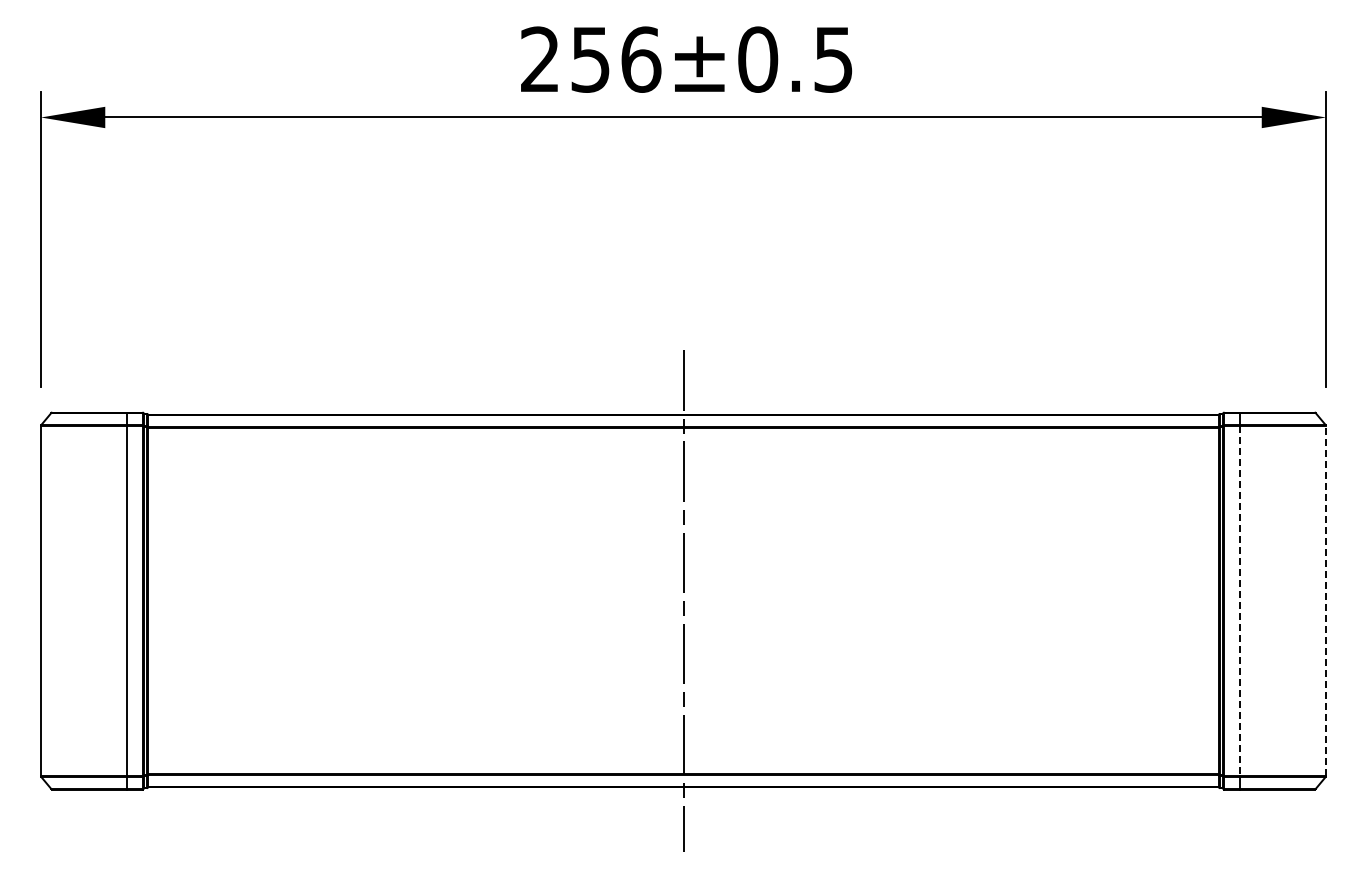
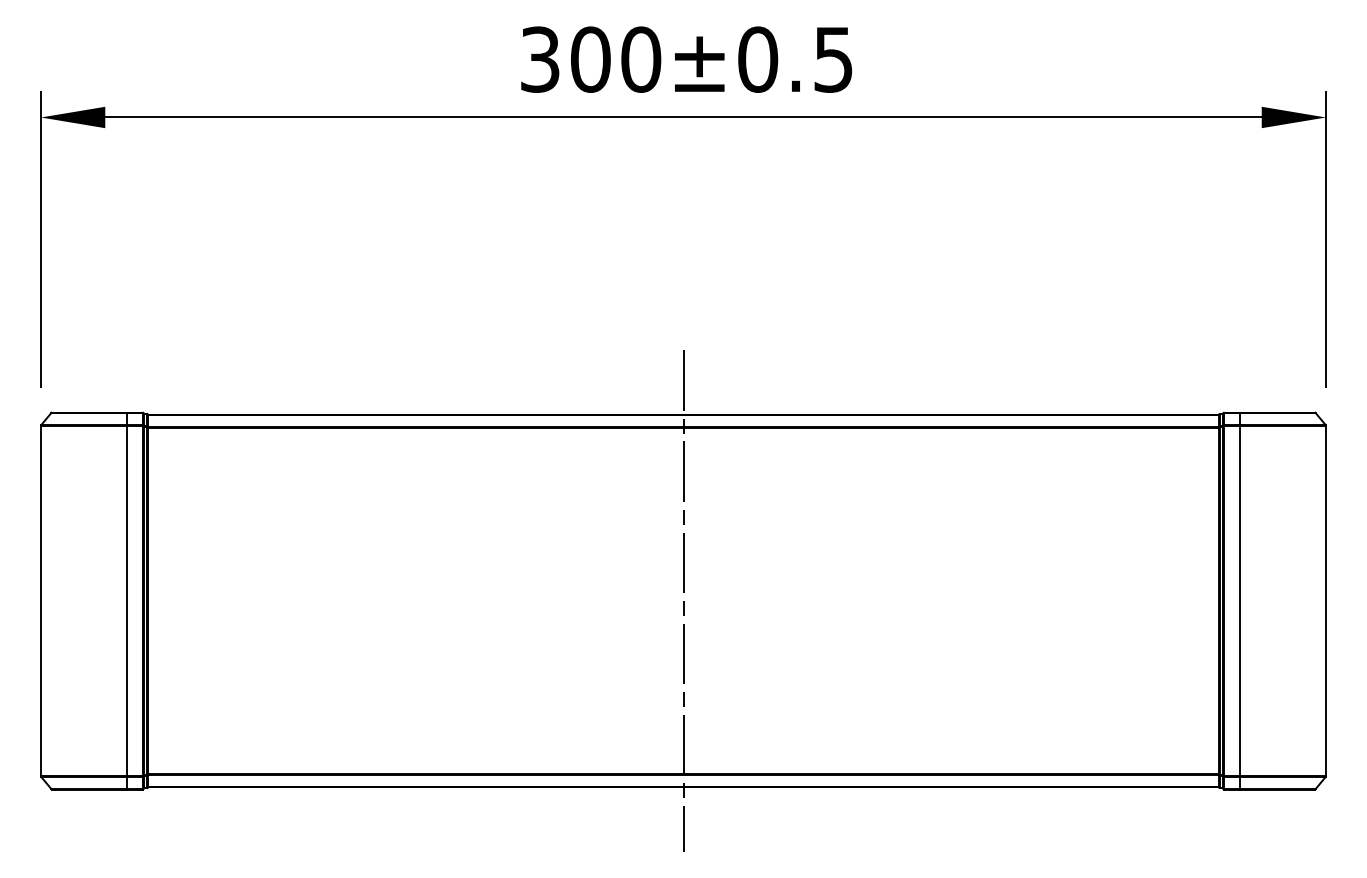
text at (591, 59): 256±0.5 -> 300±0.5
line at (1325, 600): dashed -> solid
line at (1240, 601): dashed -> solid
